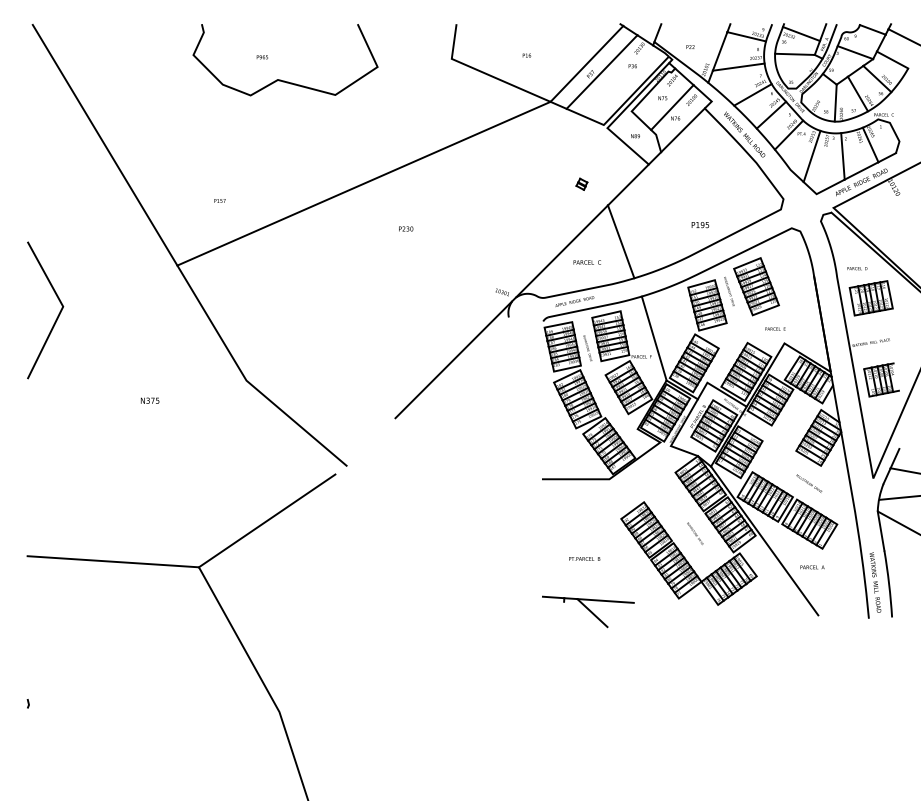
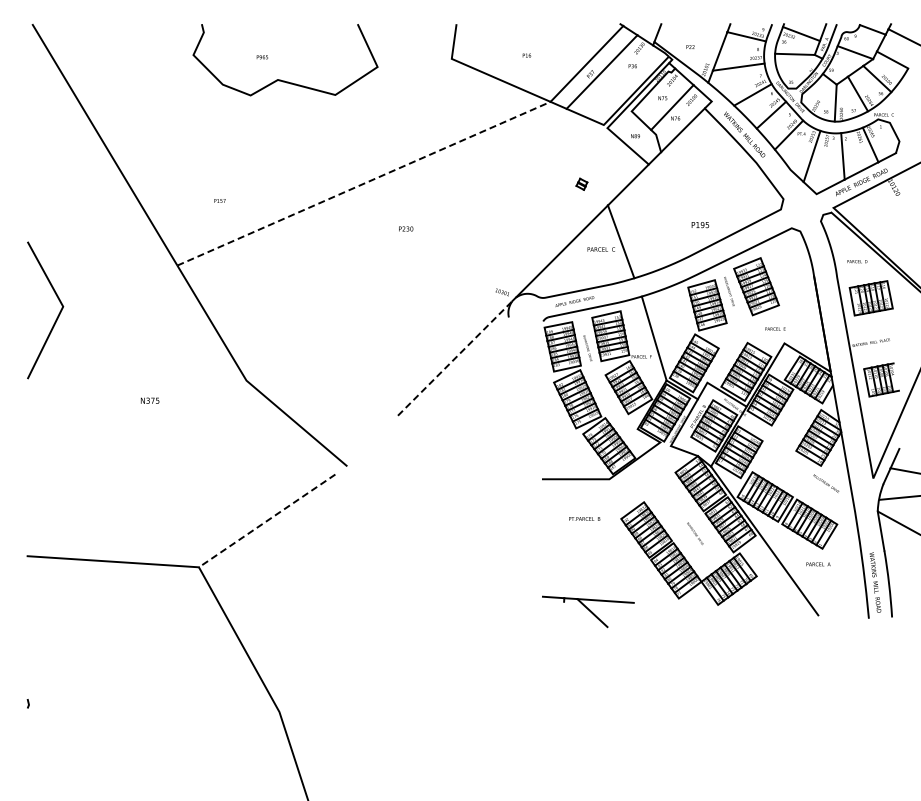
line at (363, 183): solid -> dashed
text at (586, 262) position: (586, 262) -> (600, 249)
text at (857, 268) position: (857, 268) -> (857, 261)
line at (453, 360): solid -> dashed
text at (809, 483) position: (809, 483) -> (826, 483)
line at (266, 521): solid -> dashed
text at (584, 558) position: (584, 558) -> (584, 518)
text at (812, 567) position: (812, 567) -> (818, 564)
